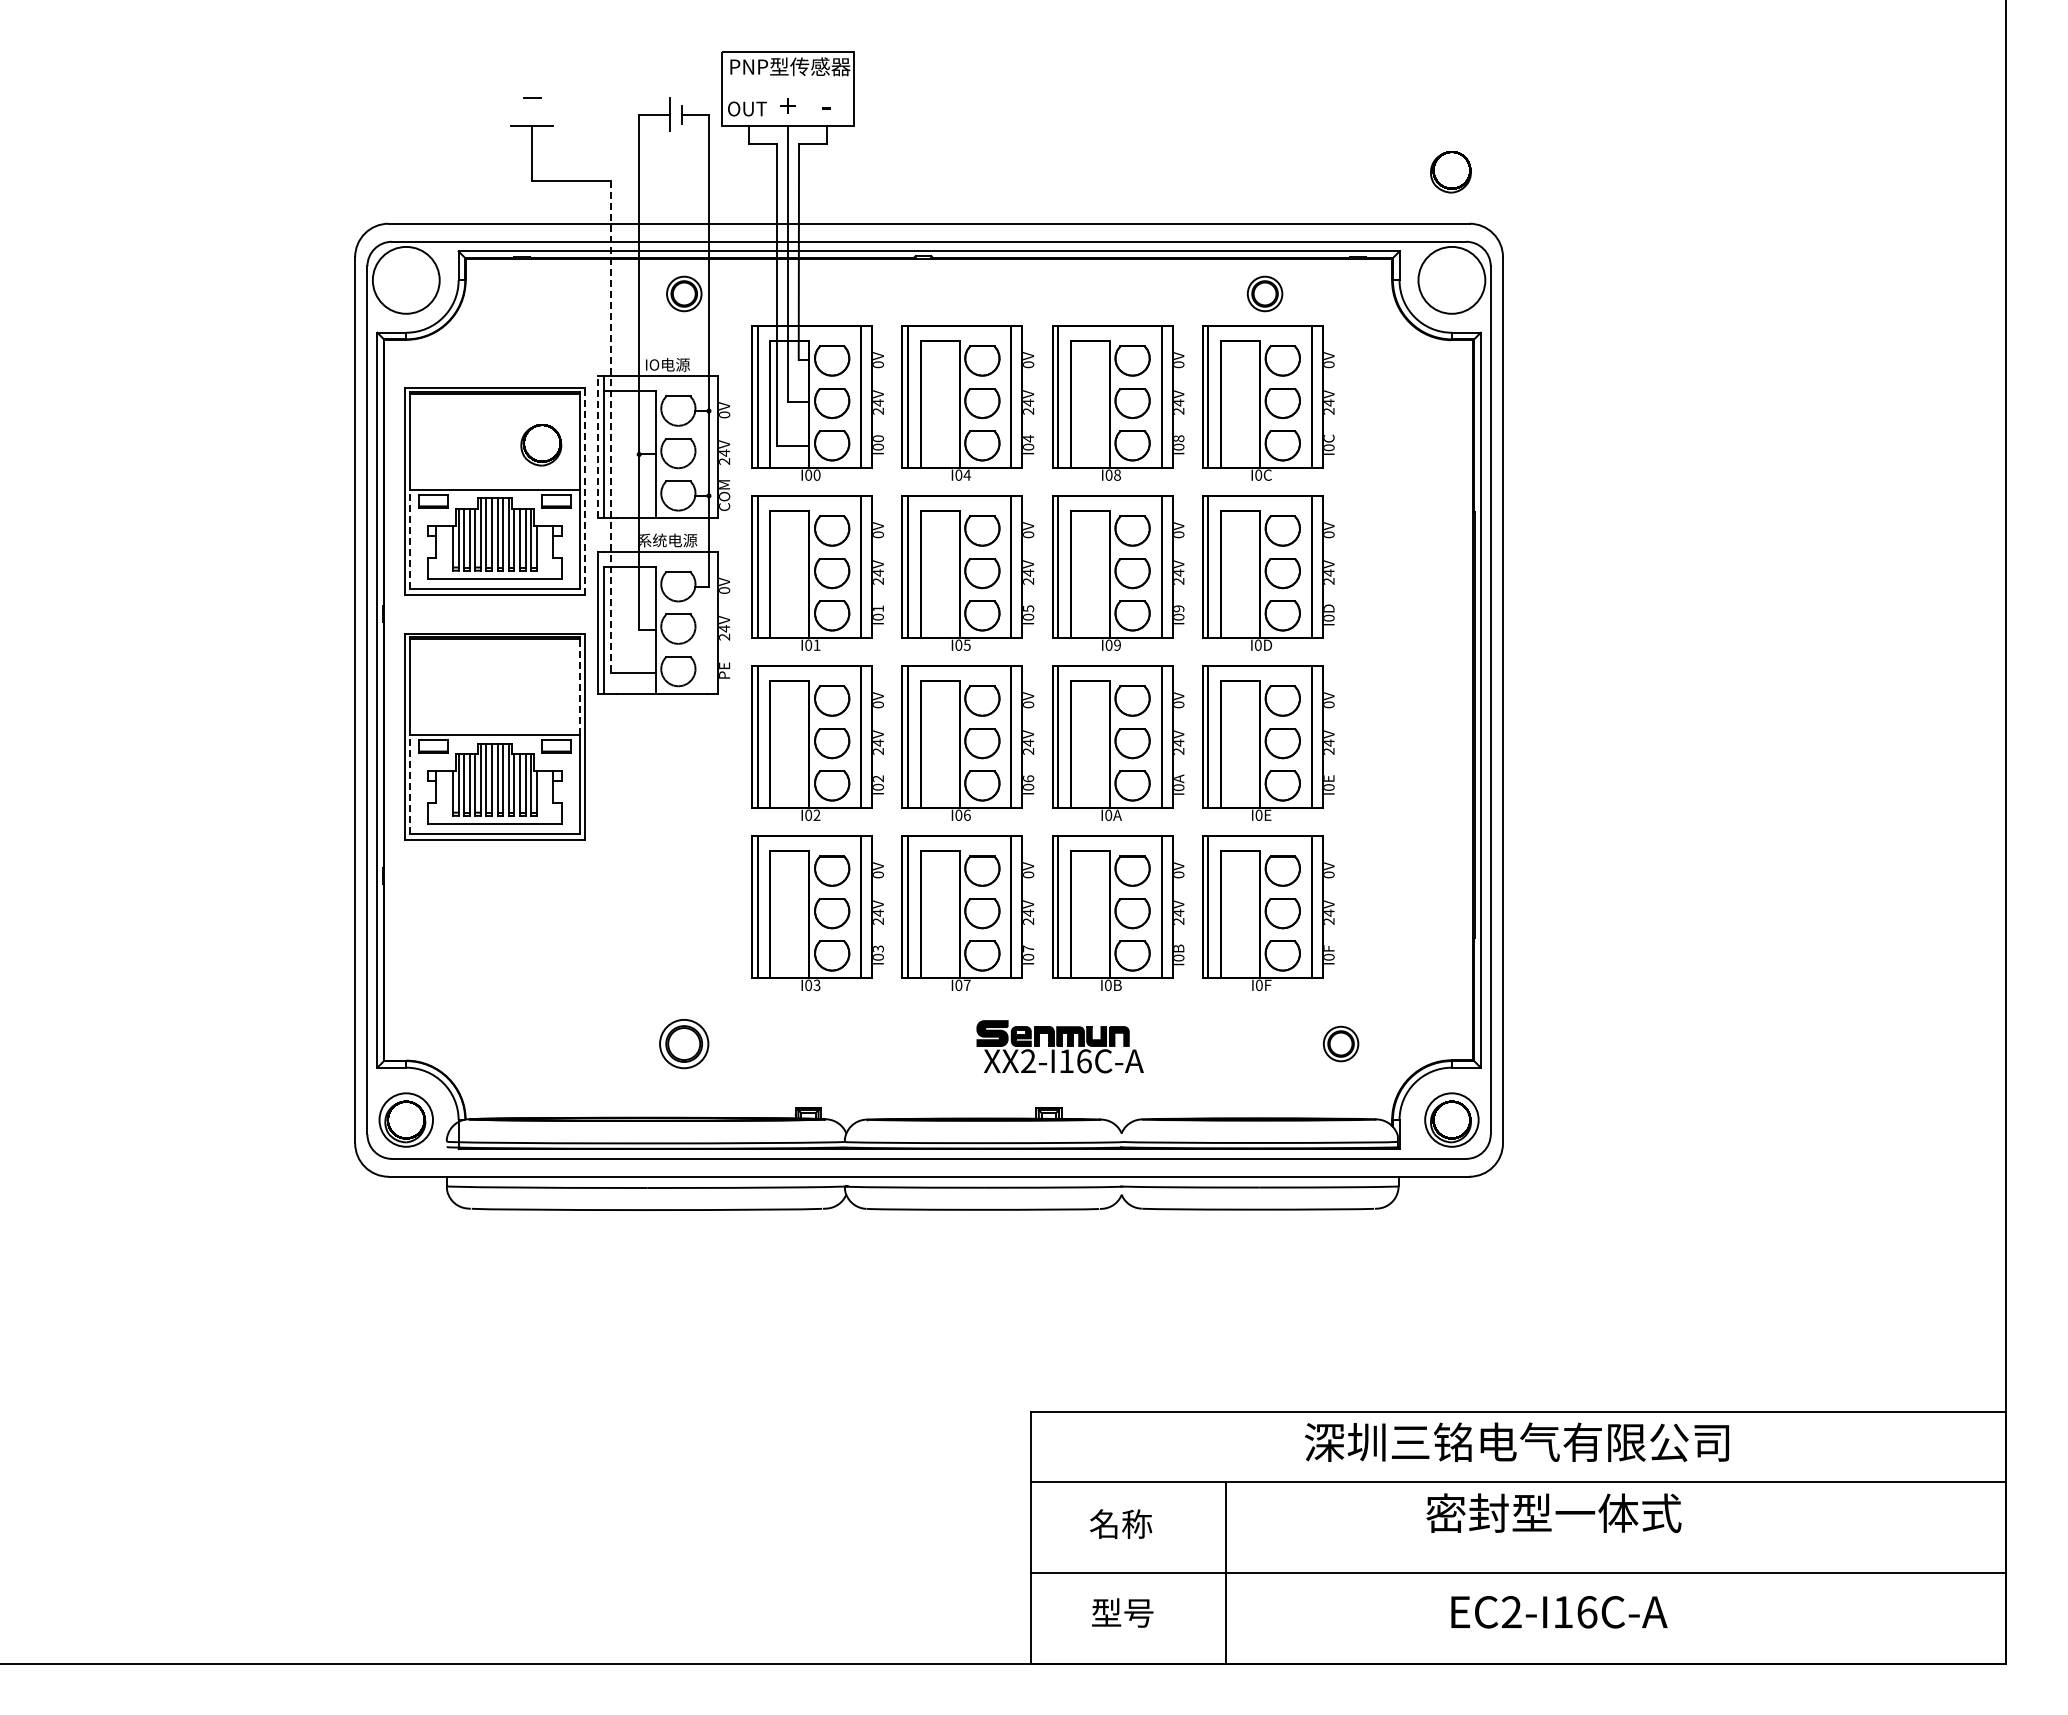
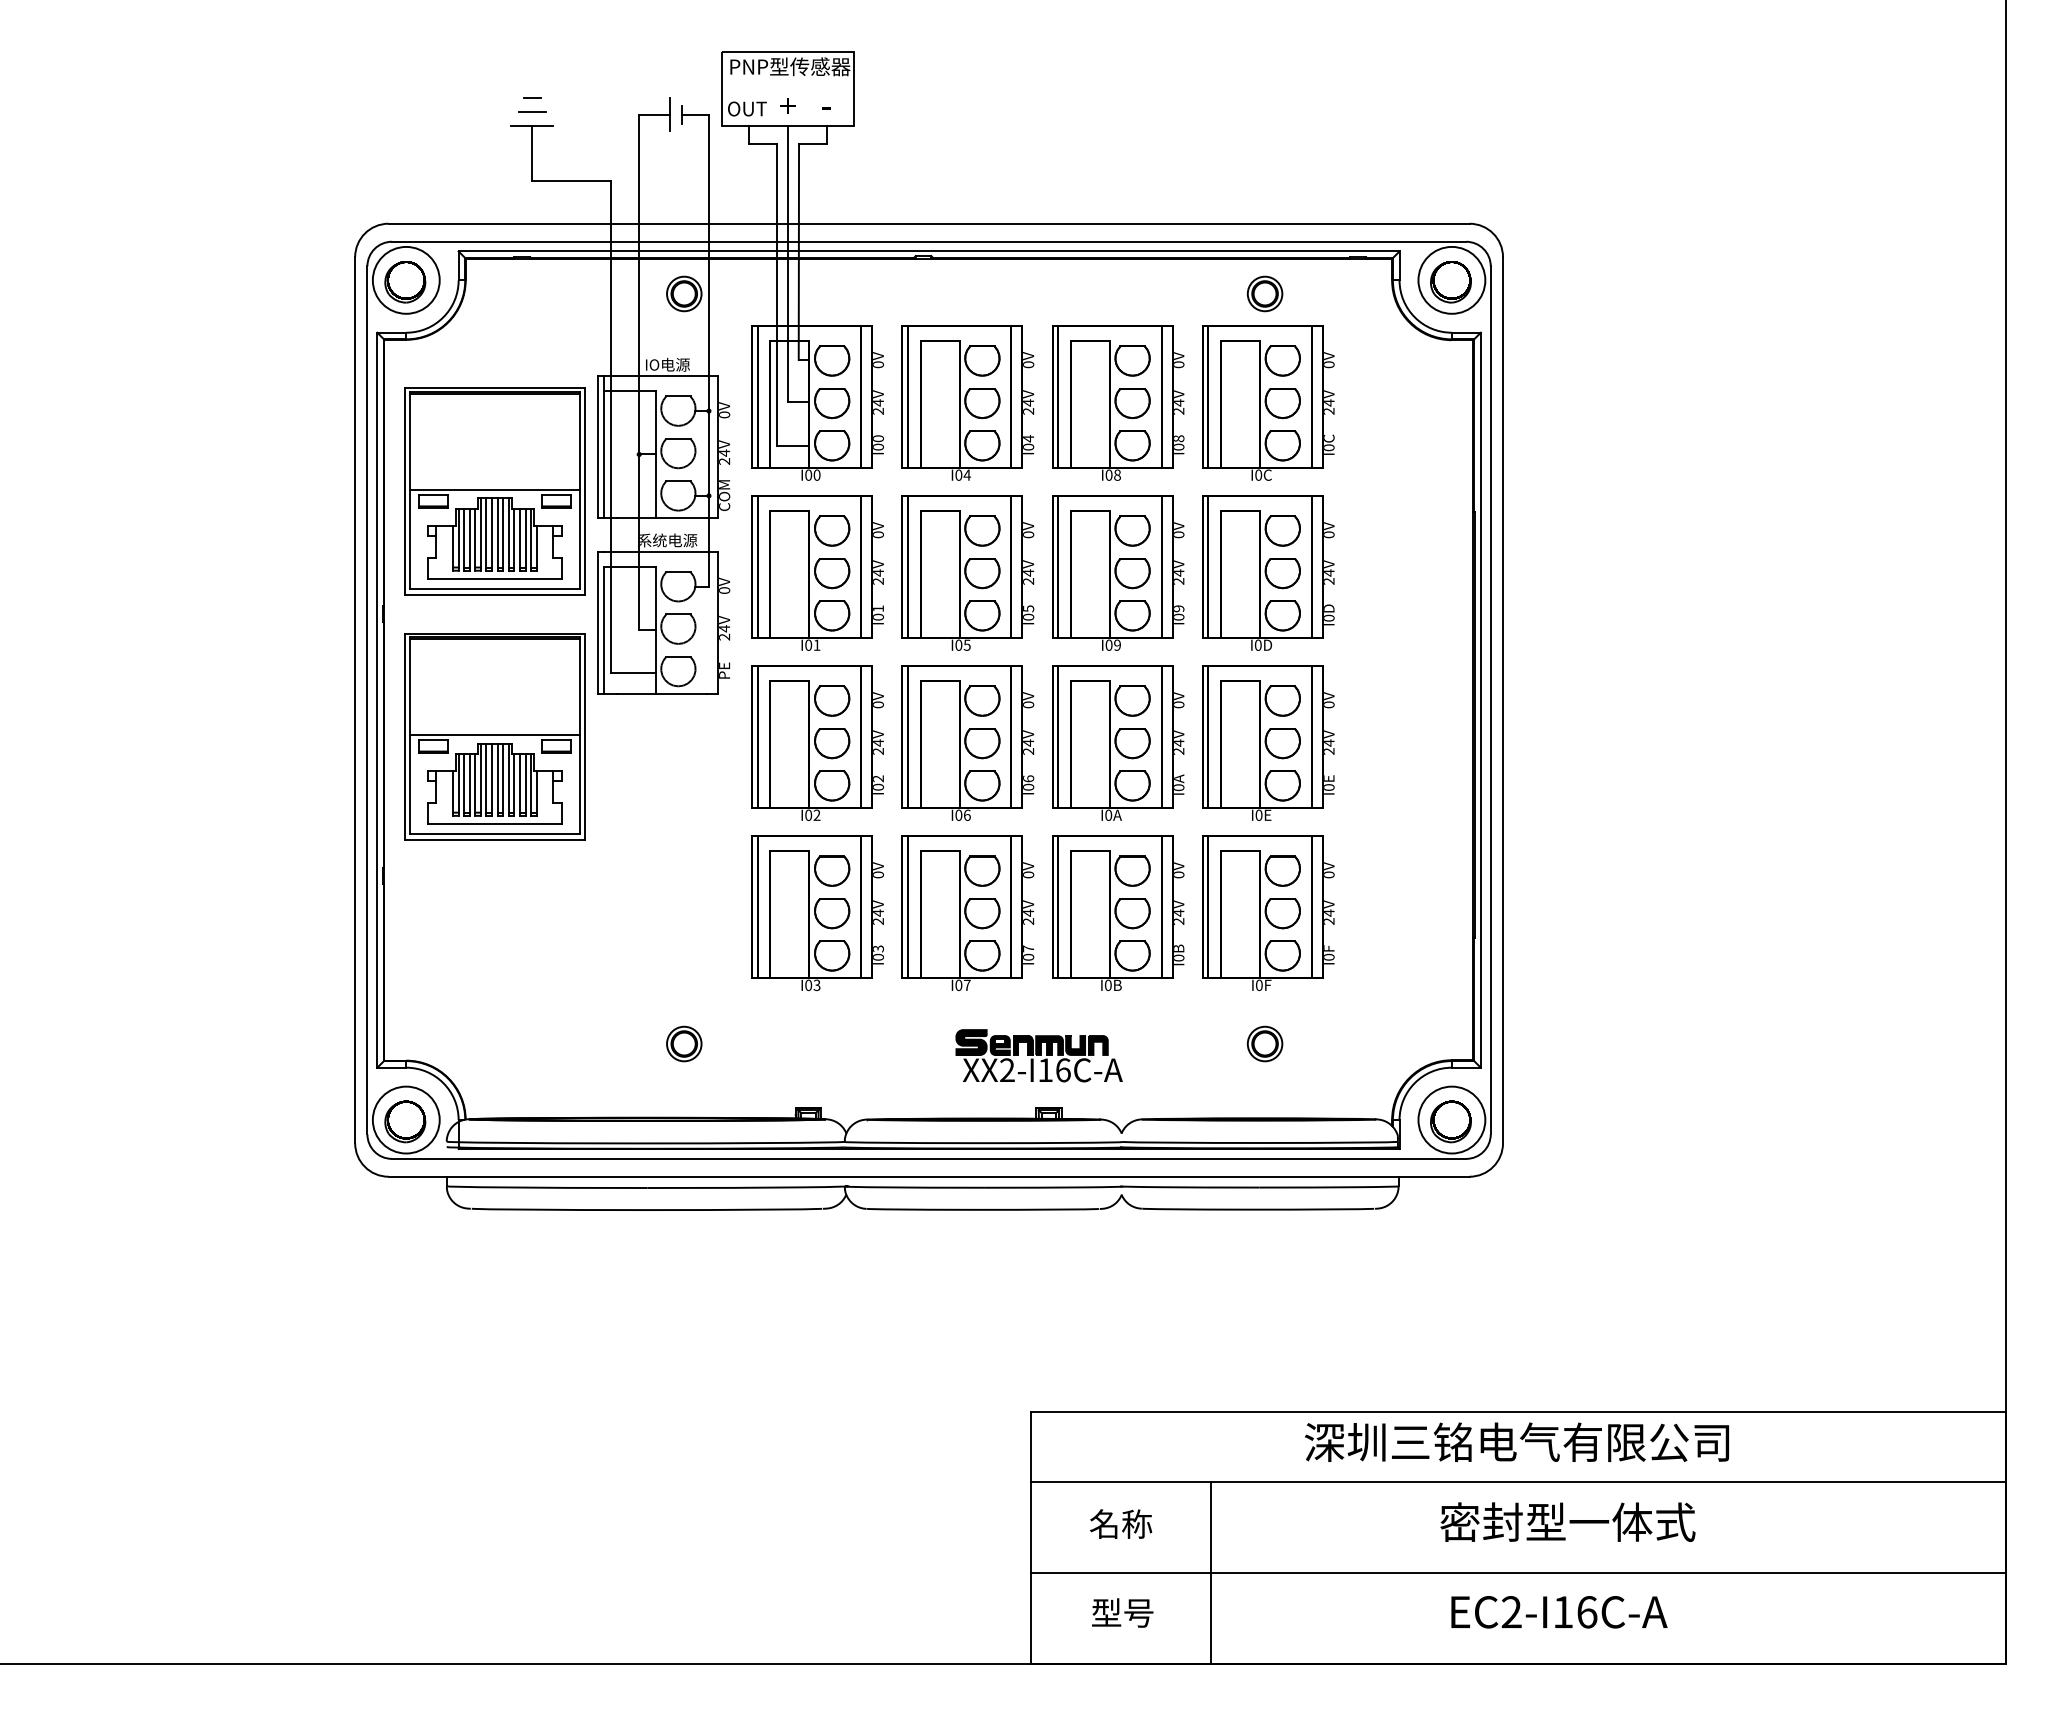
line at (531, 111): none -> present
part at (1450, 172) position: (1450, 172) -> (1450, 282)
line at (610, 426): dashed -> solid
part at (541, 445) position: (541, 445) -> (405, 282)
line at (598, 446): dashed -> solid
line at (584, 490): dashed -> solid
line at (409, 538): dashed -> solid
line at (580, 687): dashed -> solid
line at (409, 784): dashed -> solid
part at (1340, 1043) position: (1340, 1043) -> (1264, 1043)
part at (684, 1044) size: 51x51 px -> 37x38 px
part at (1059, 1046) position: (1059, 1046) -> (1038, 1055)
circle at (406, 1119) diameter: 53 px -> 67 px
circle at (1451, 1119) diameter: 53 px -> 67 px
text at (1553, 1512) position: (1553, 1512) -> (1567, 1521)
line at (1226, 1572) position: (1226, 1572) -> (1211, 1572)
